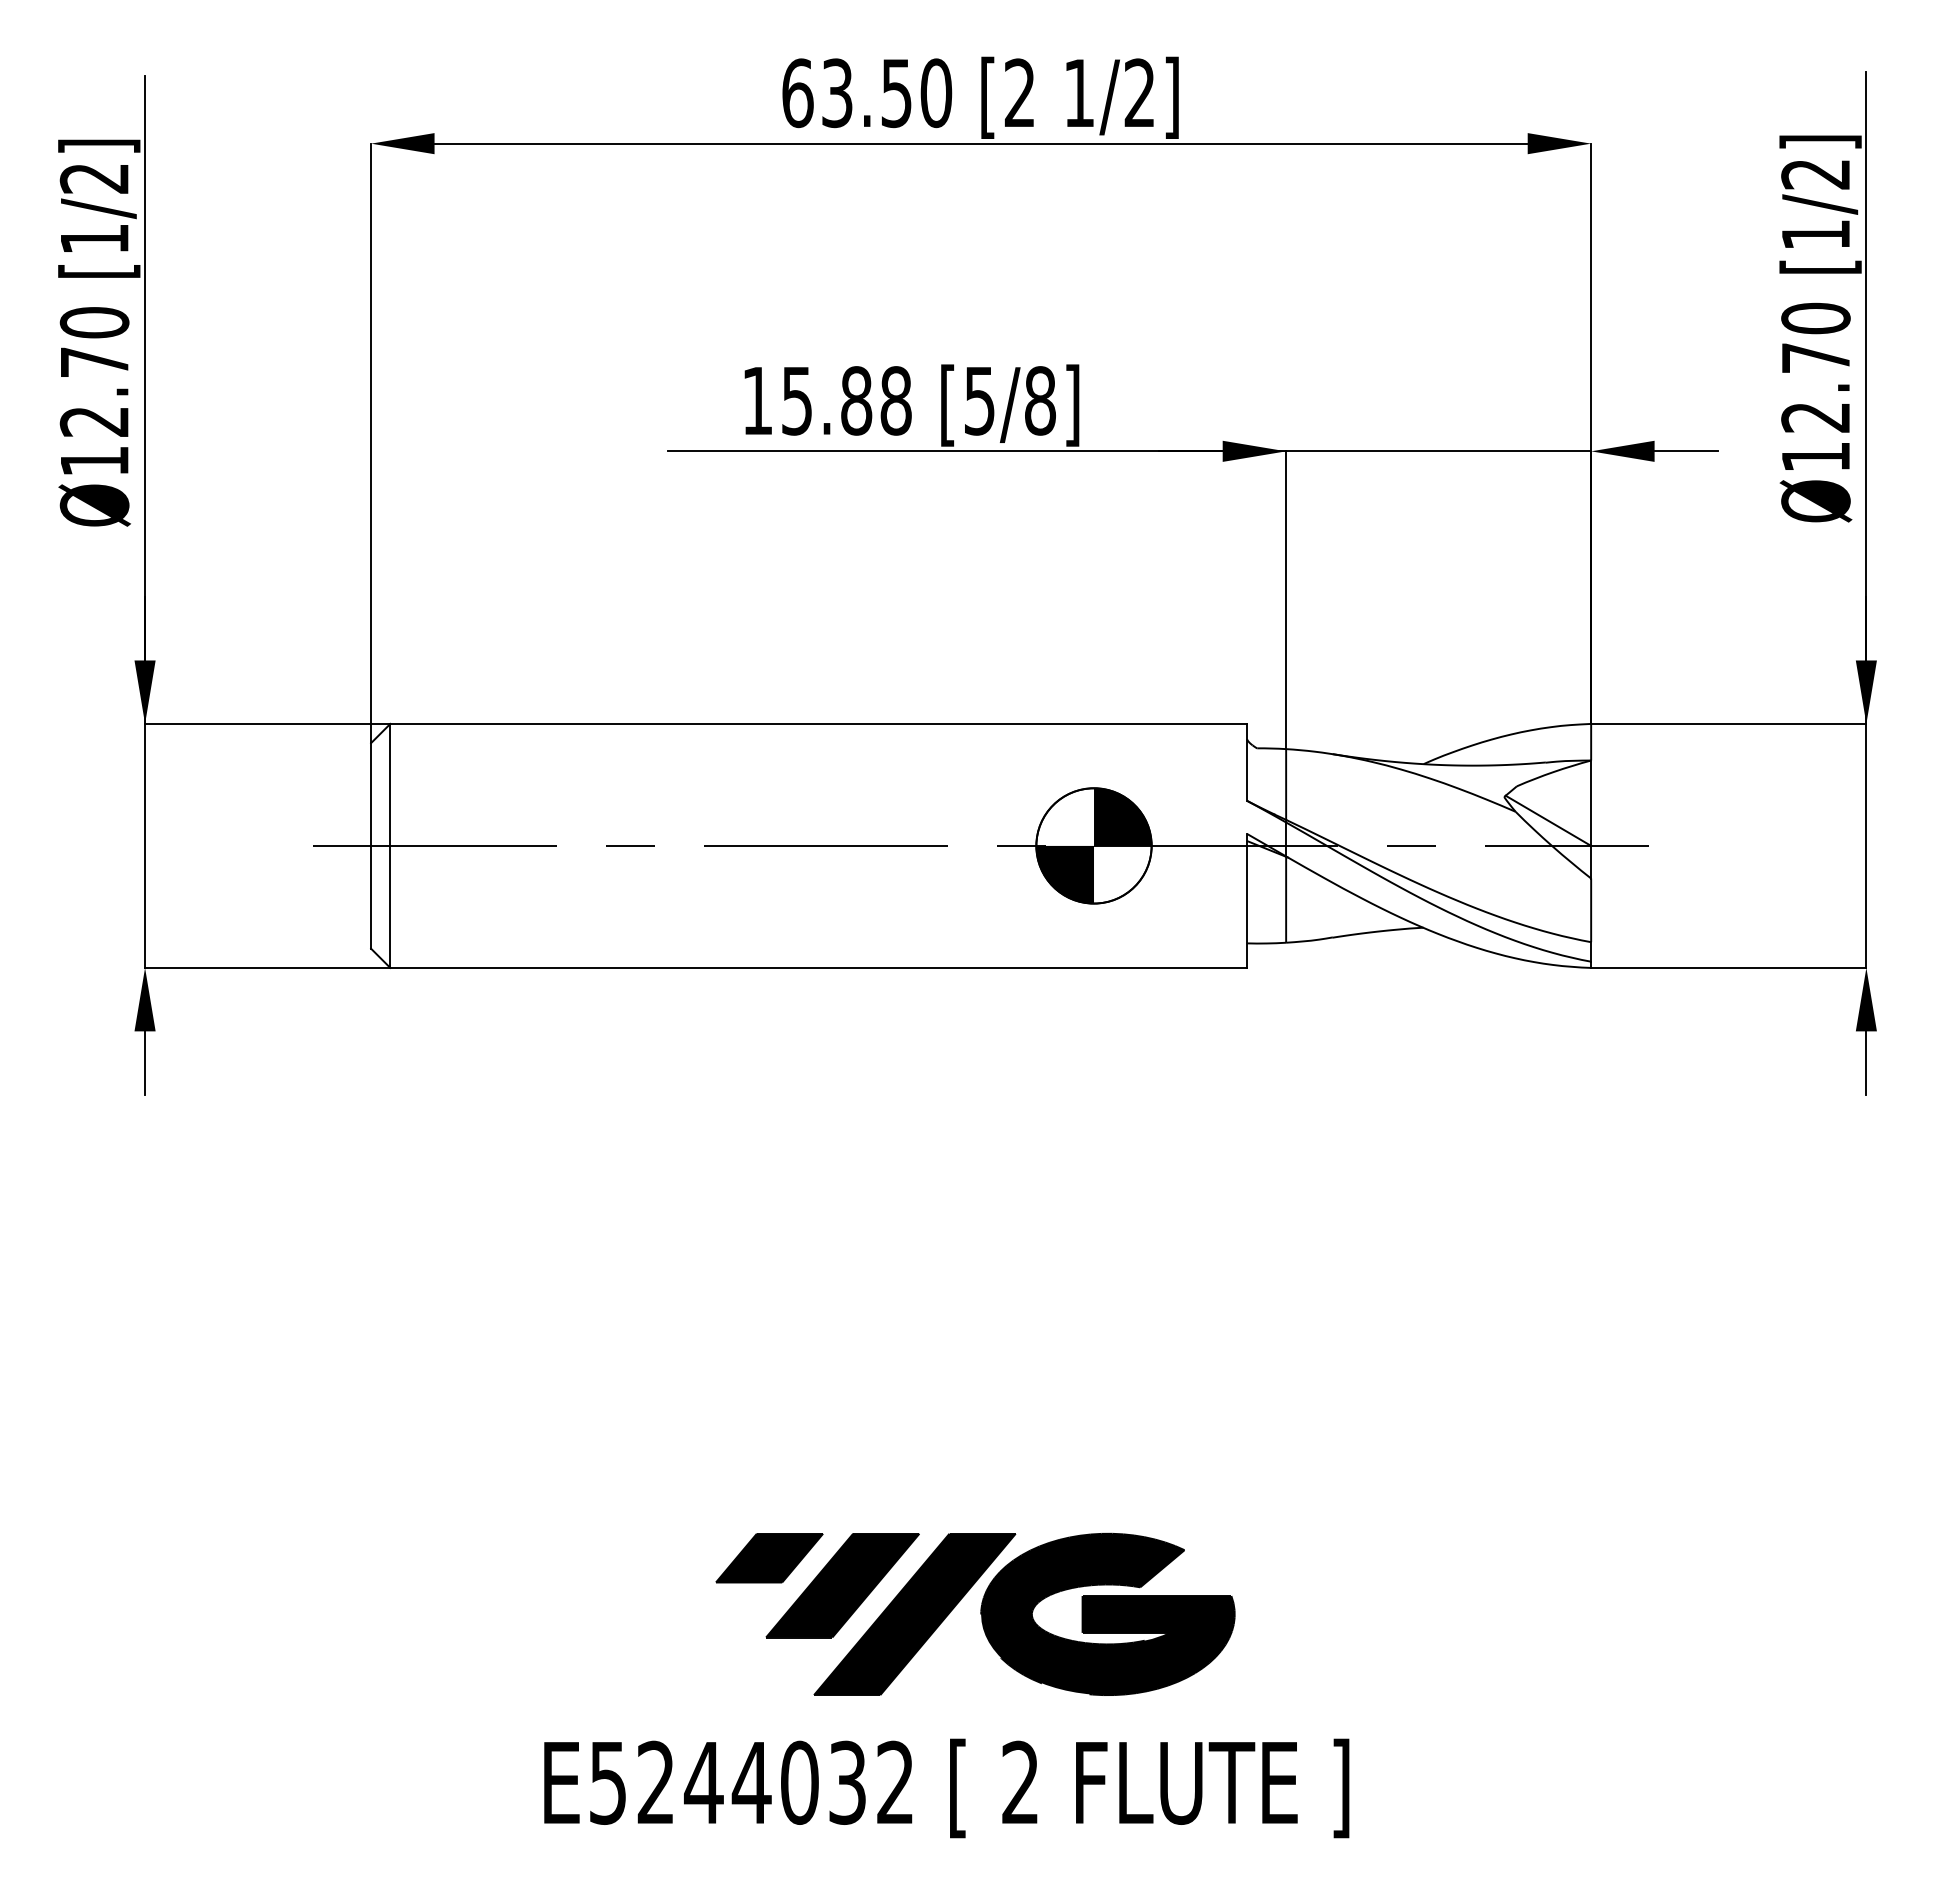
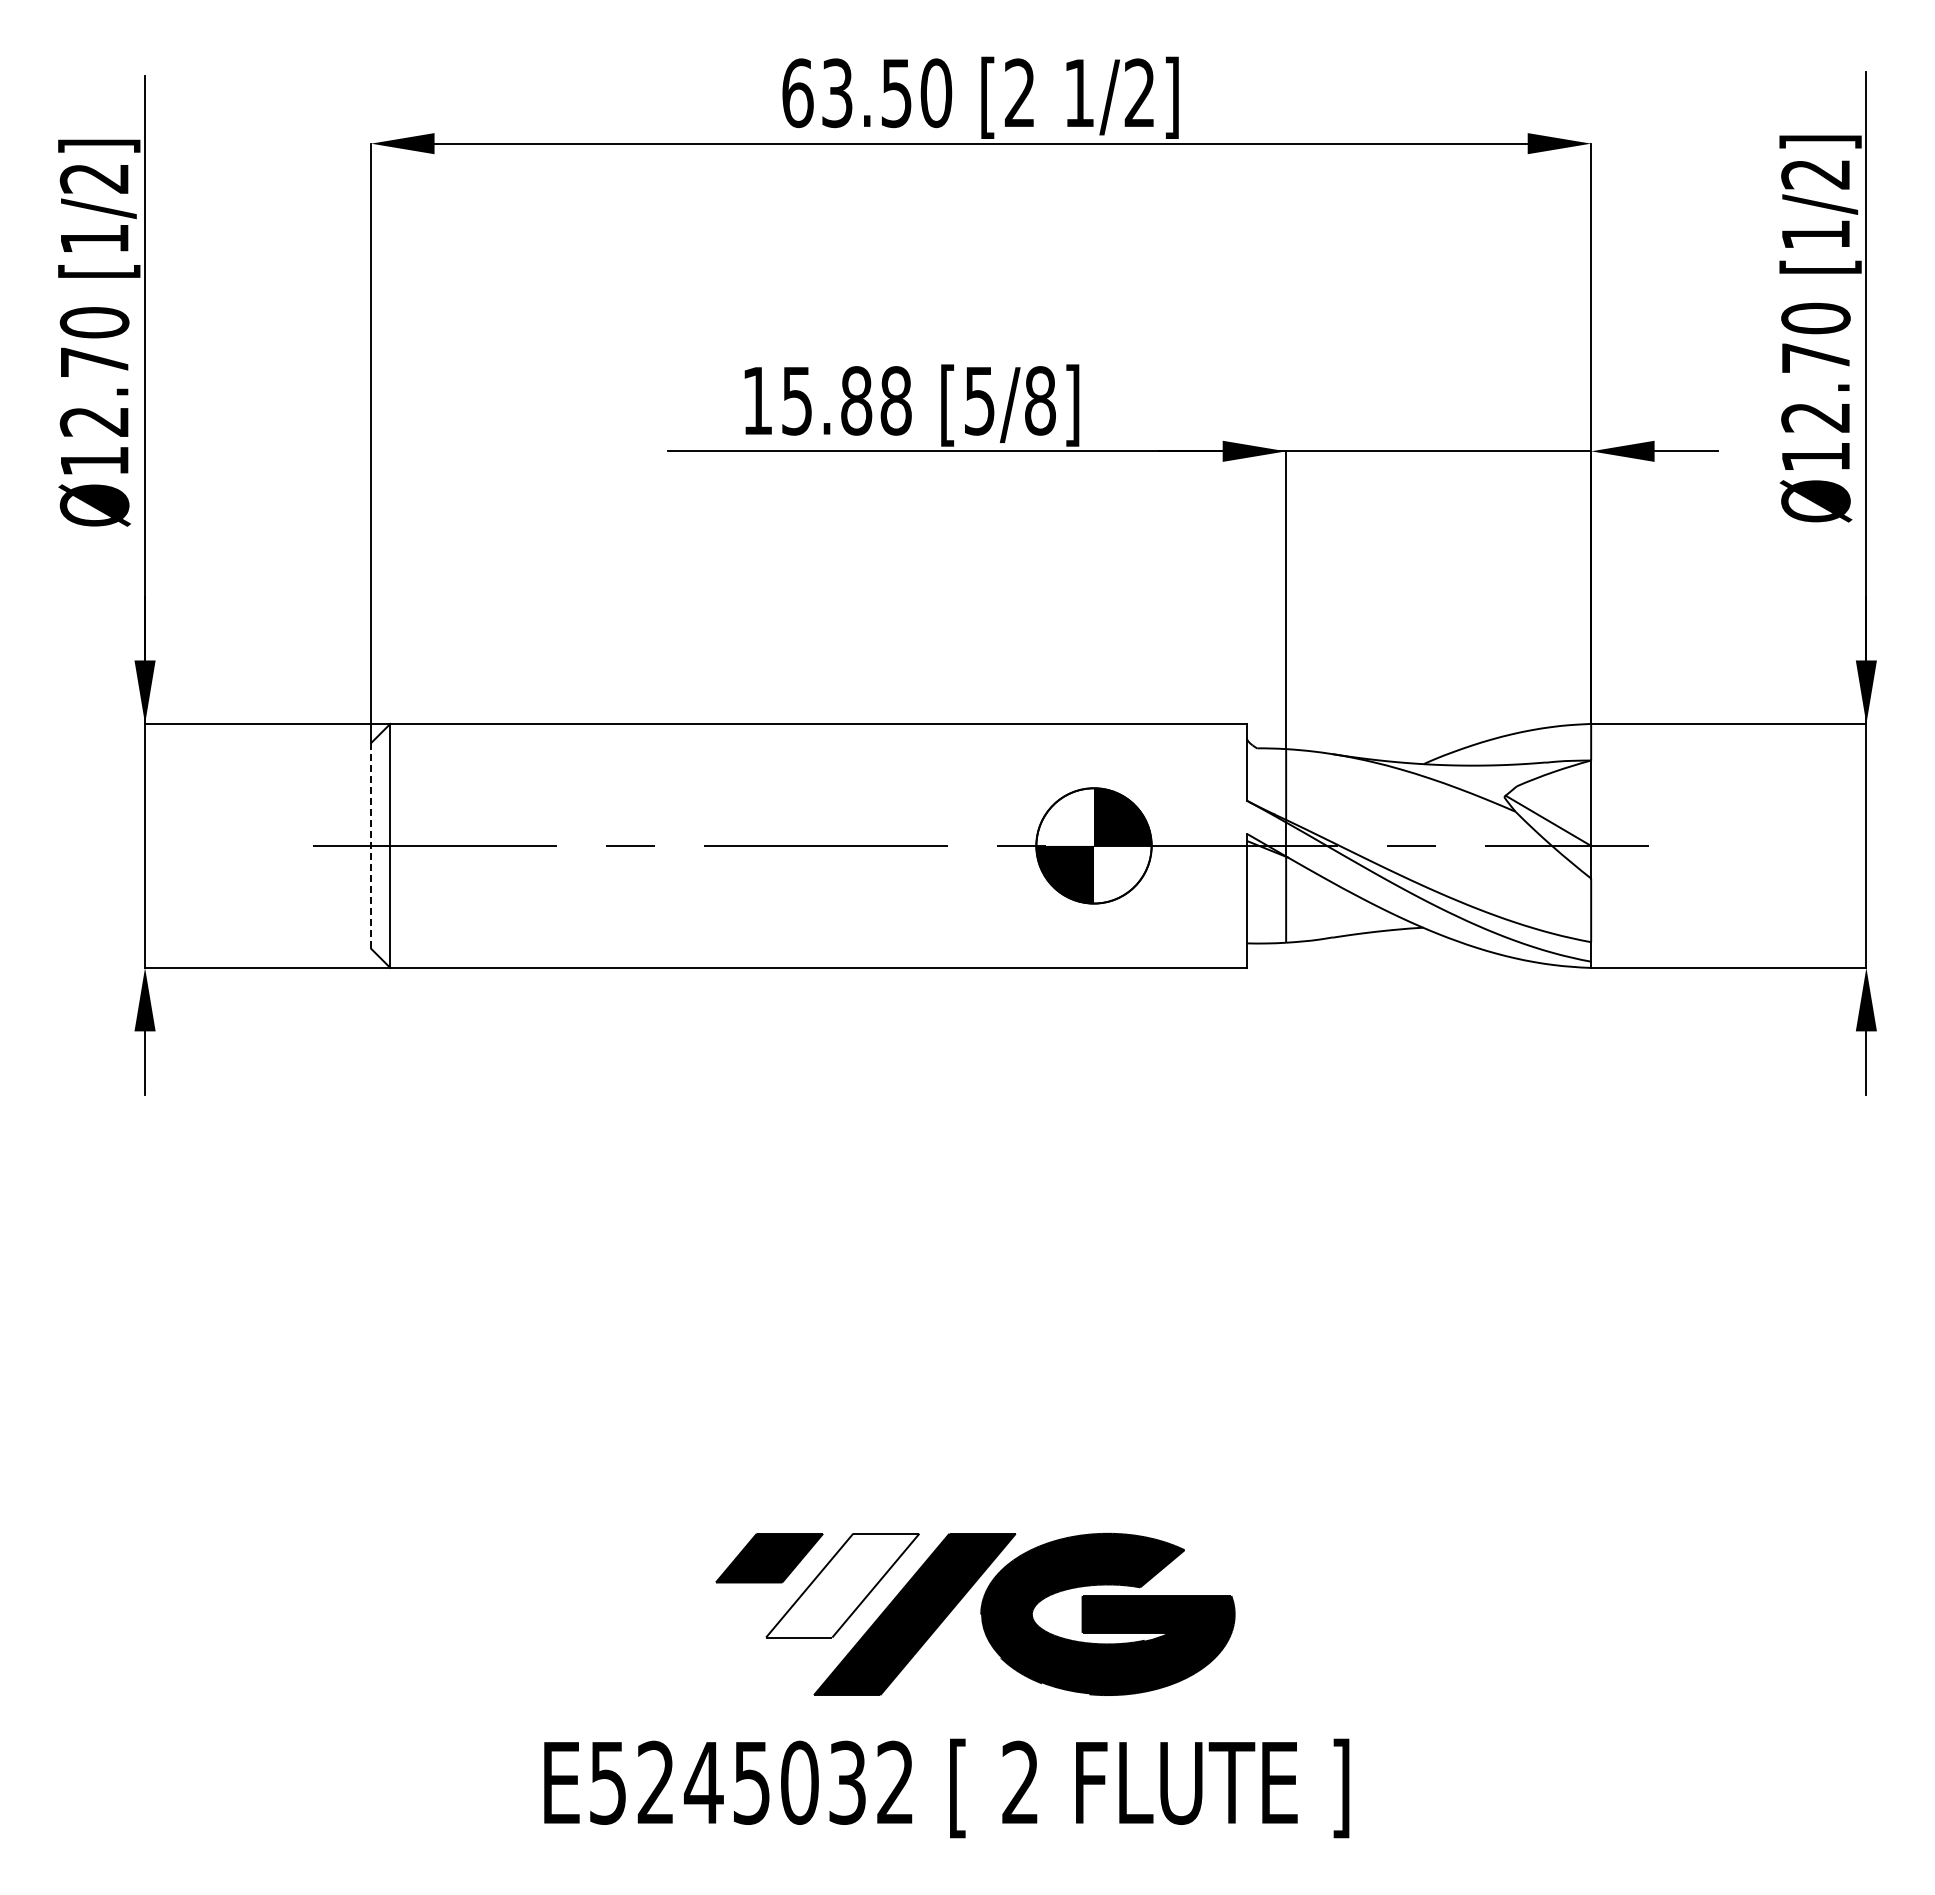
line at (371, 845): solid -> dashed
fill at (842, 1585): present -> none
text at (751, 1783): E5244032 -> E5245032
